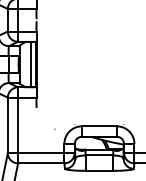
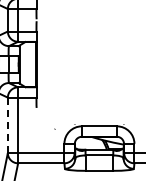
line at (30, 64): present -> none
line at (7, 125): solid -> dashed
